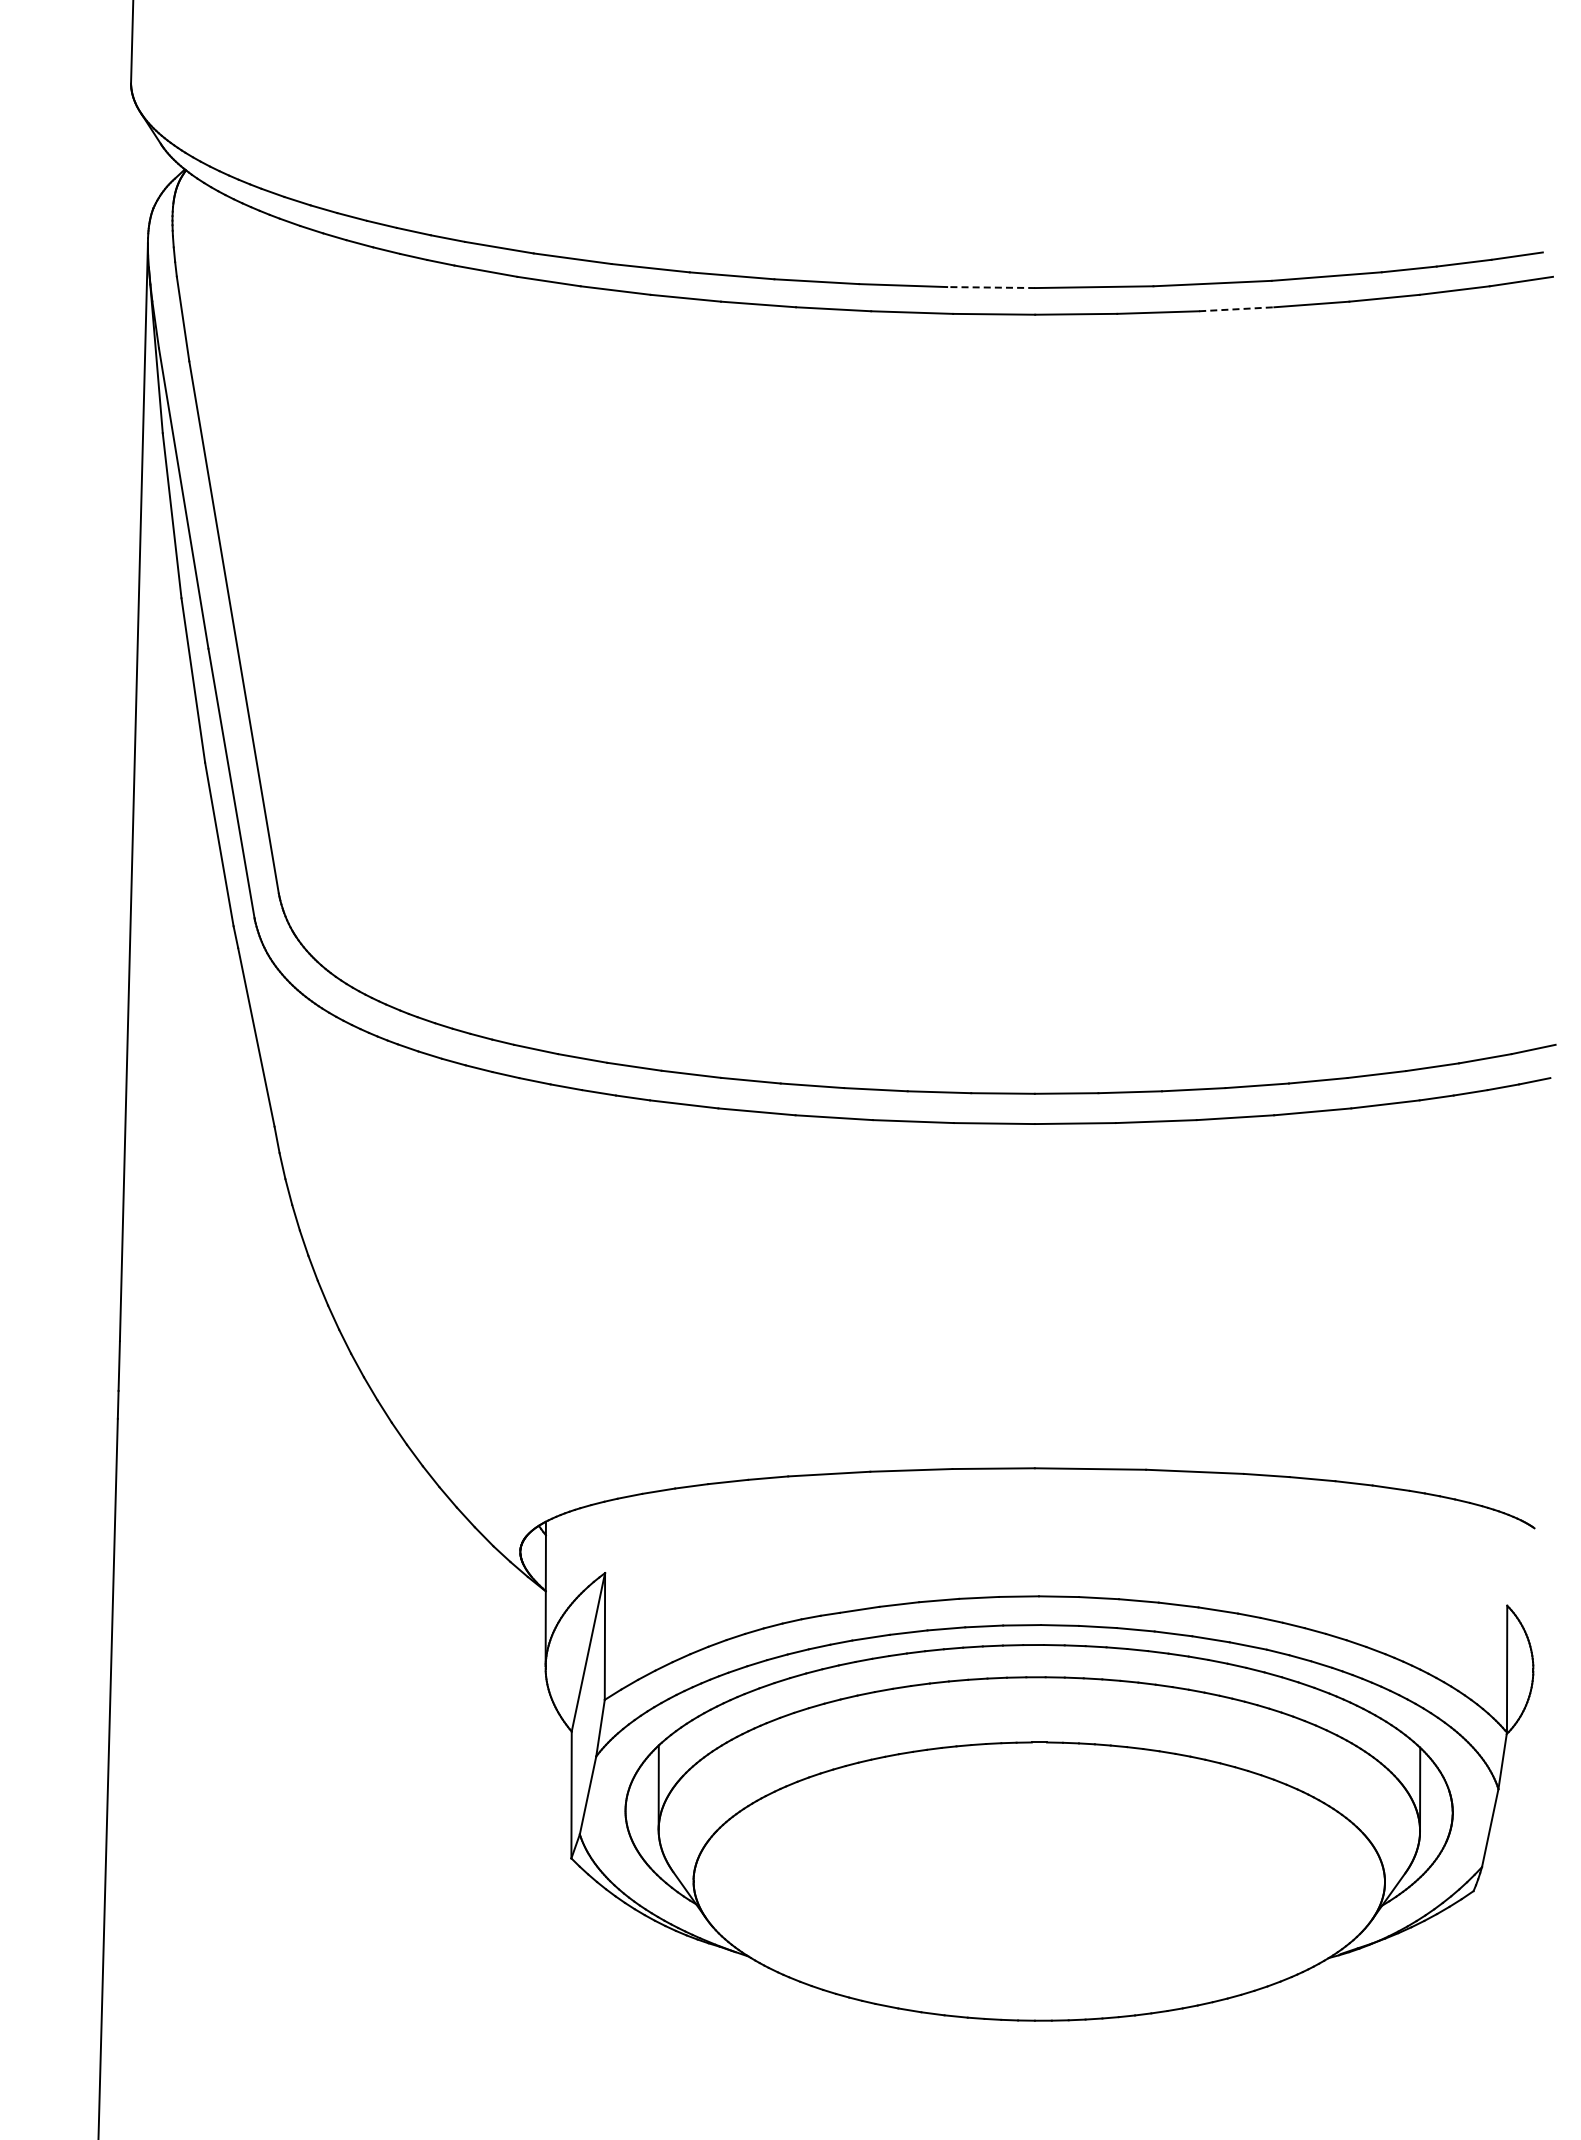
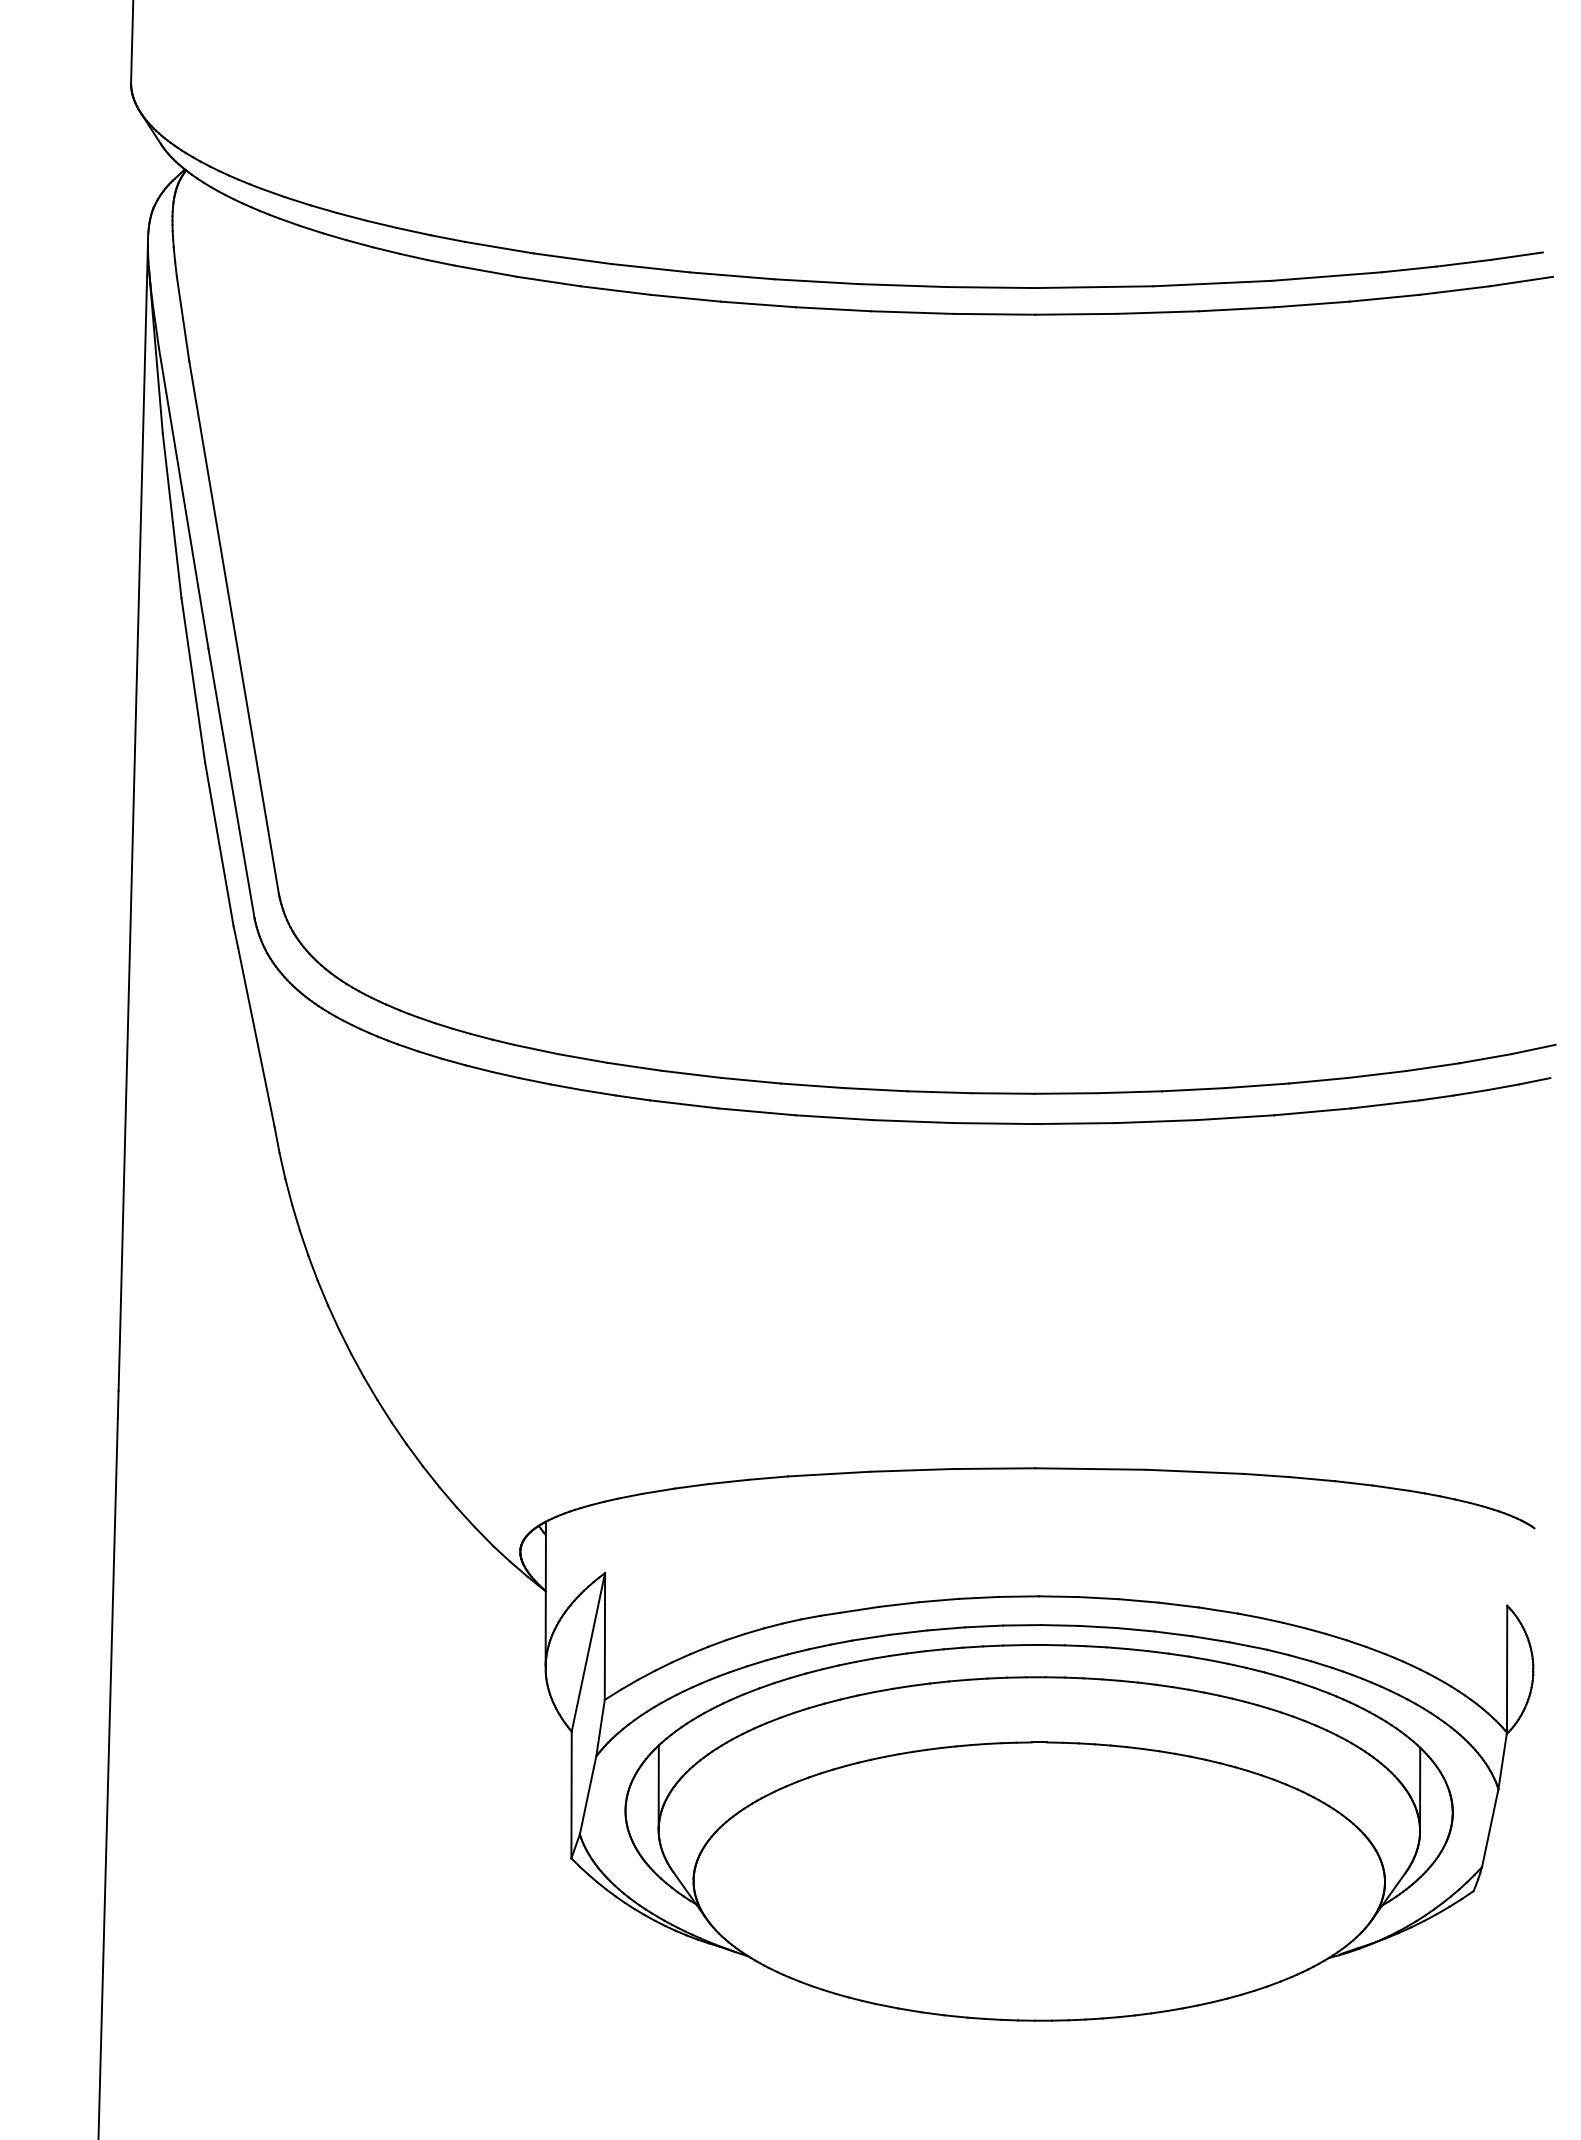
line at (990, 287): dashed -> solid
line at (1236, 309): dashed -> solid
